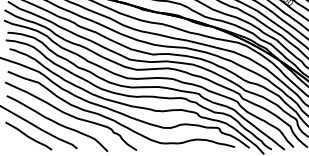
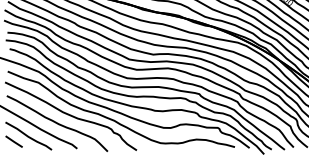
line at (13, 141): none -> present
